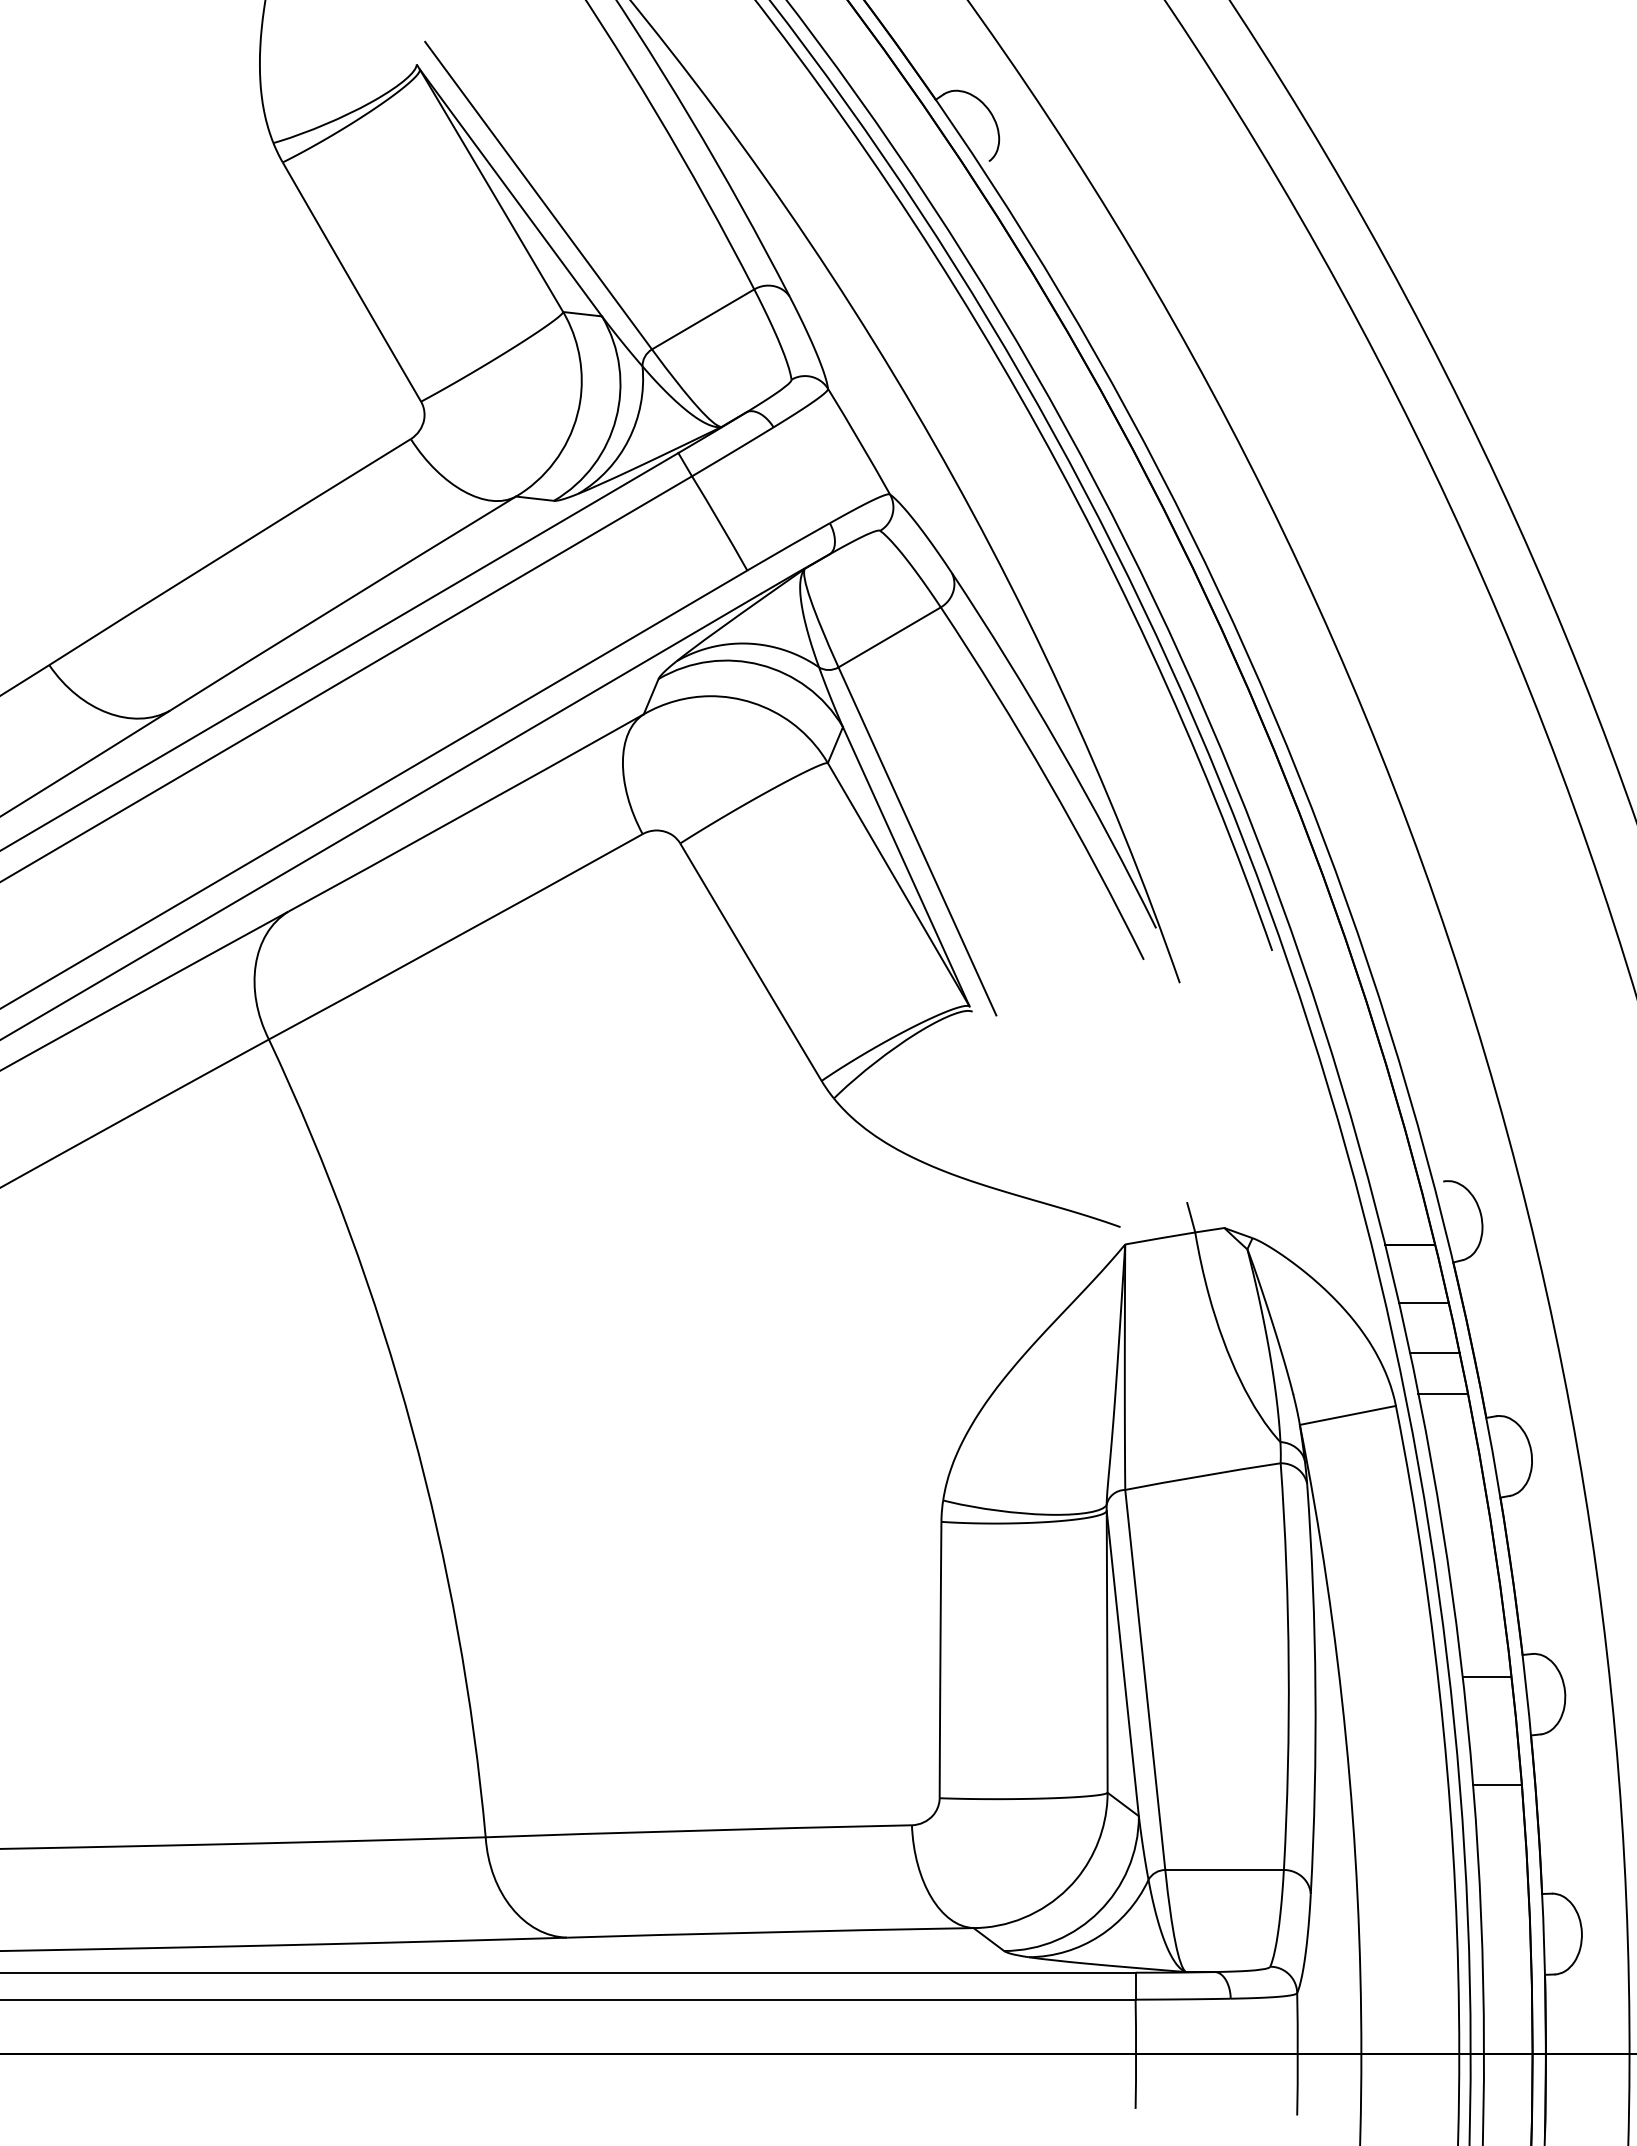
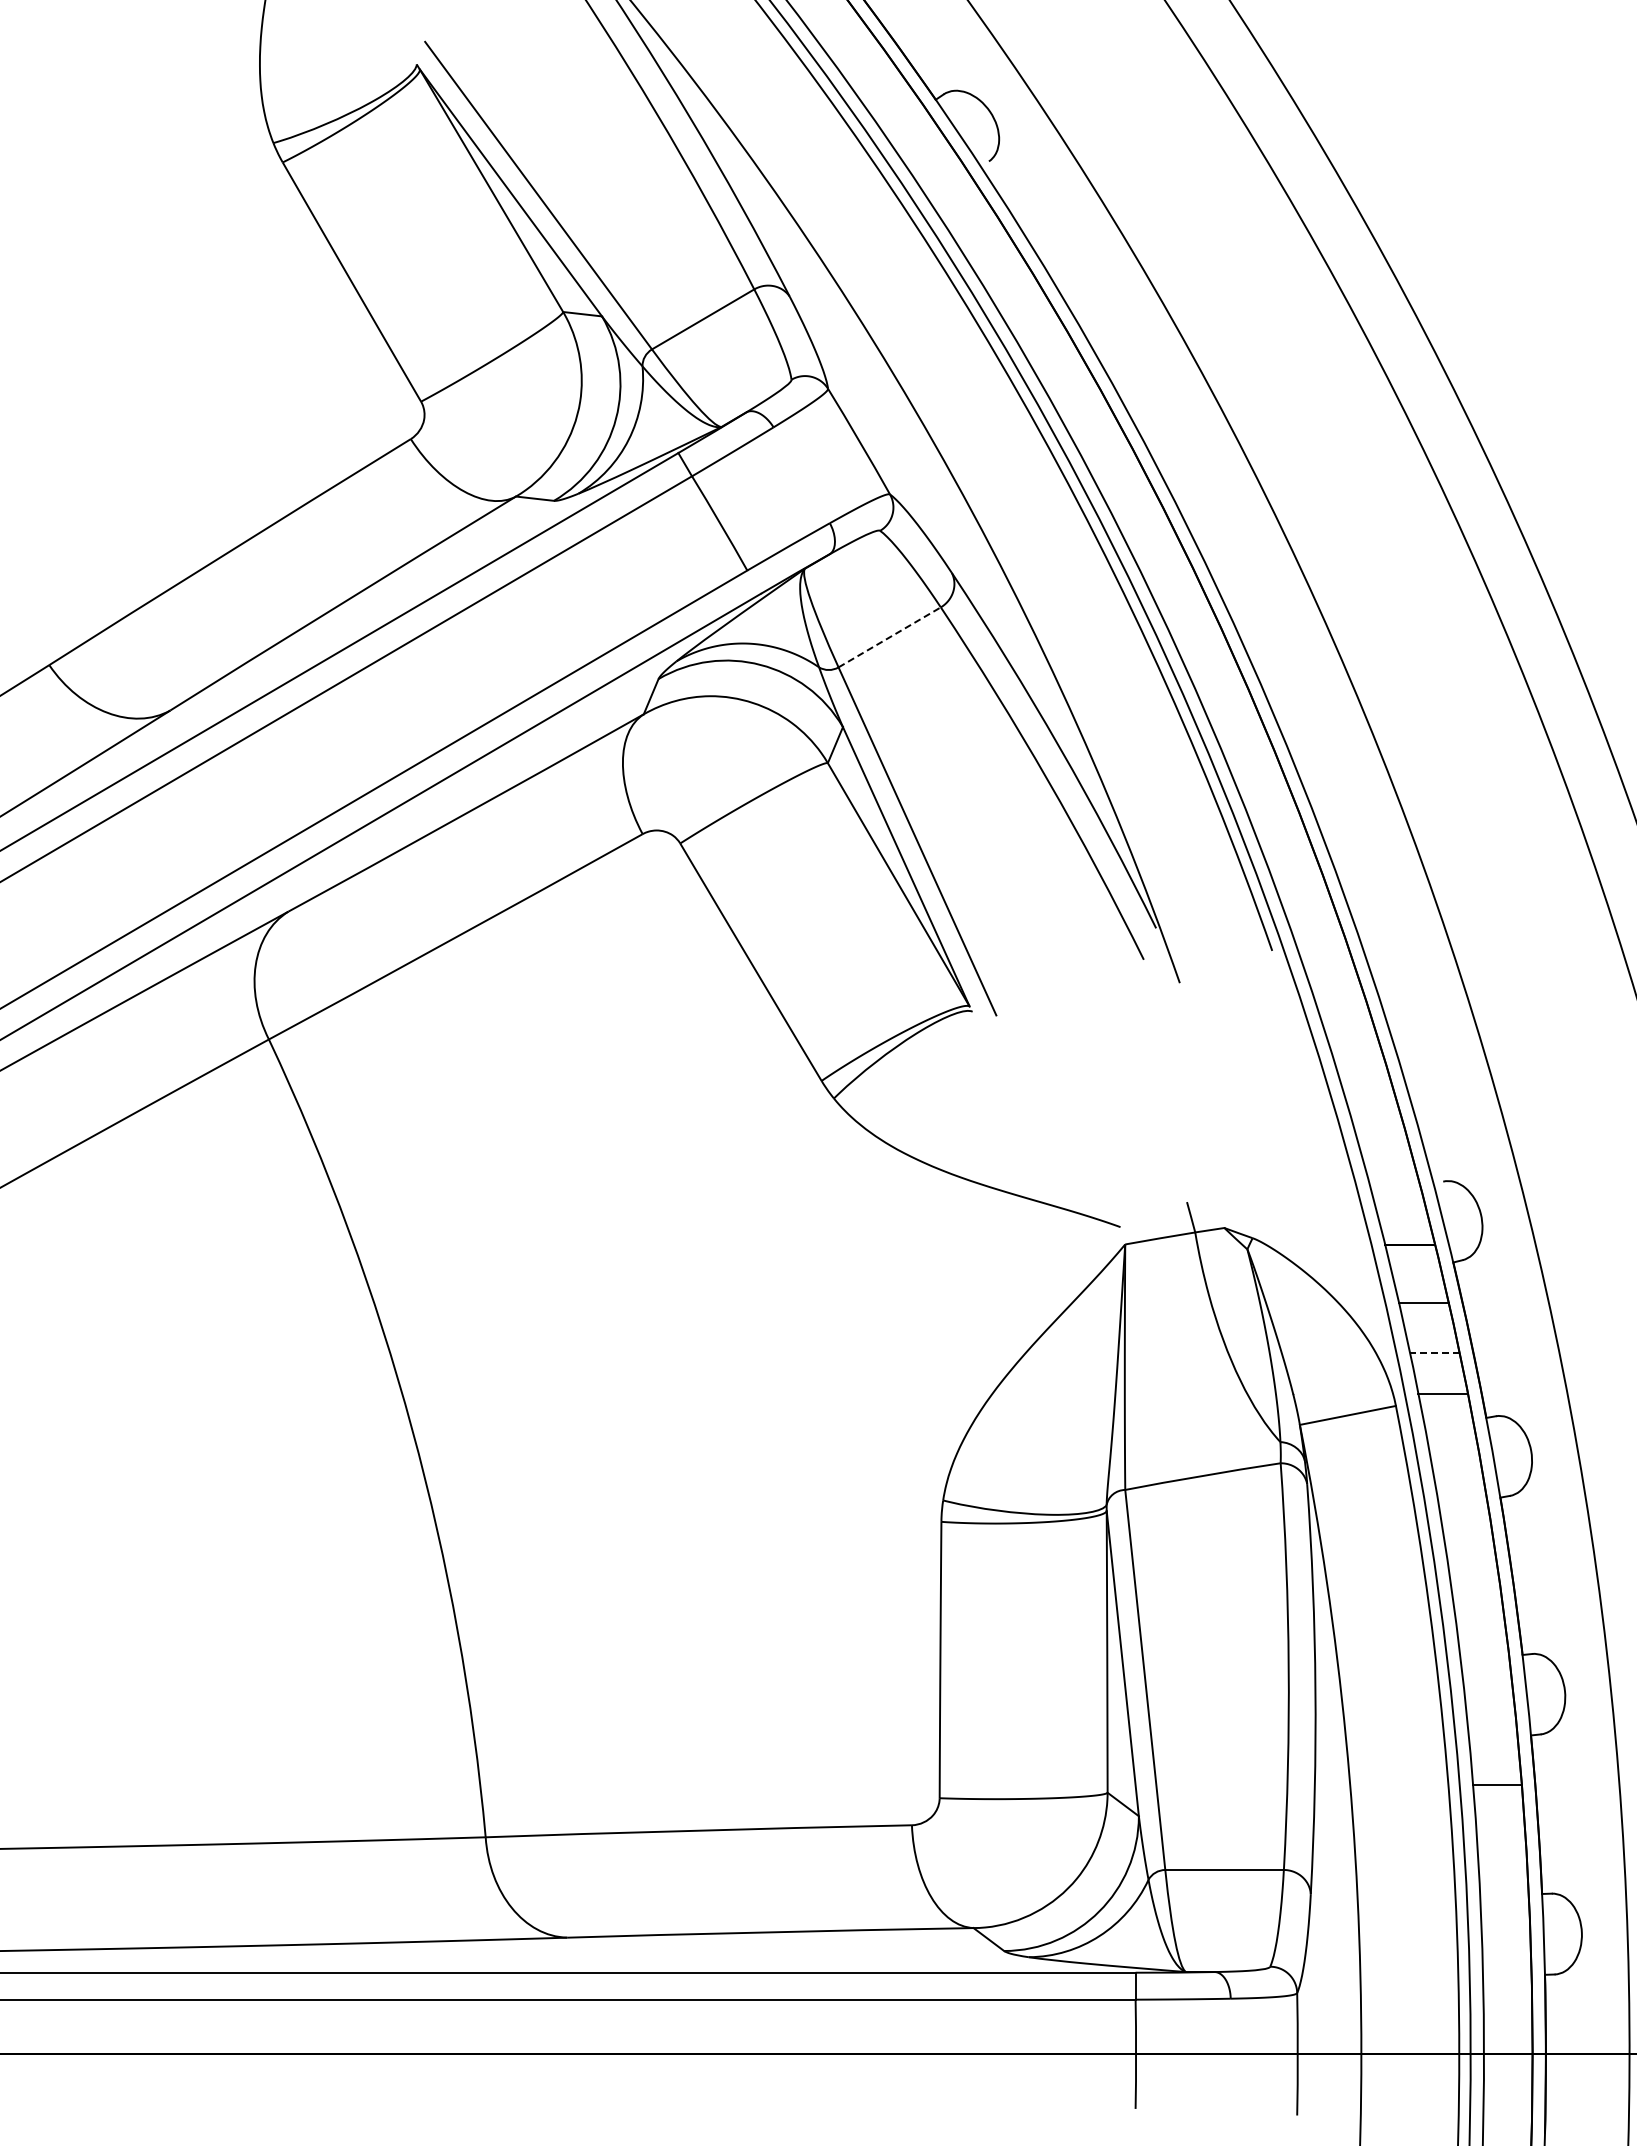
line at (890, 637): solid -> dashed
line at (1434, 1353): solid -> dashed
line at (1486, 1676): present -> none
